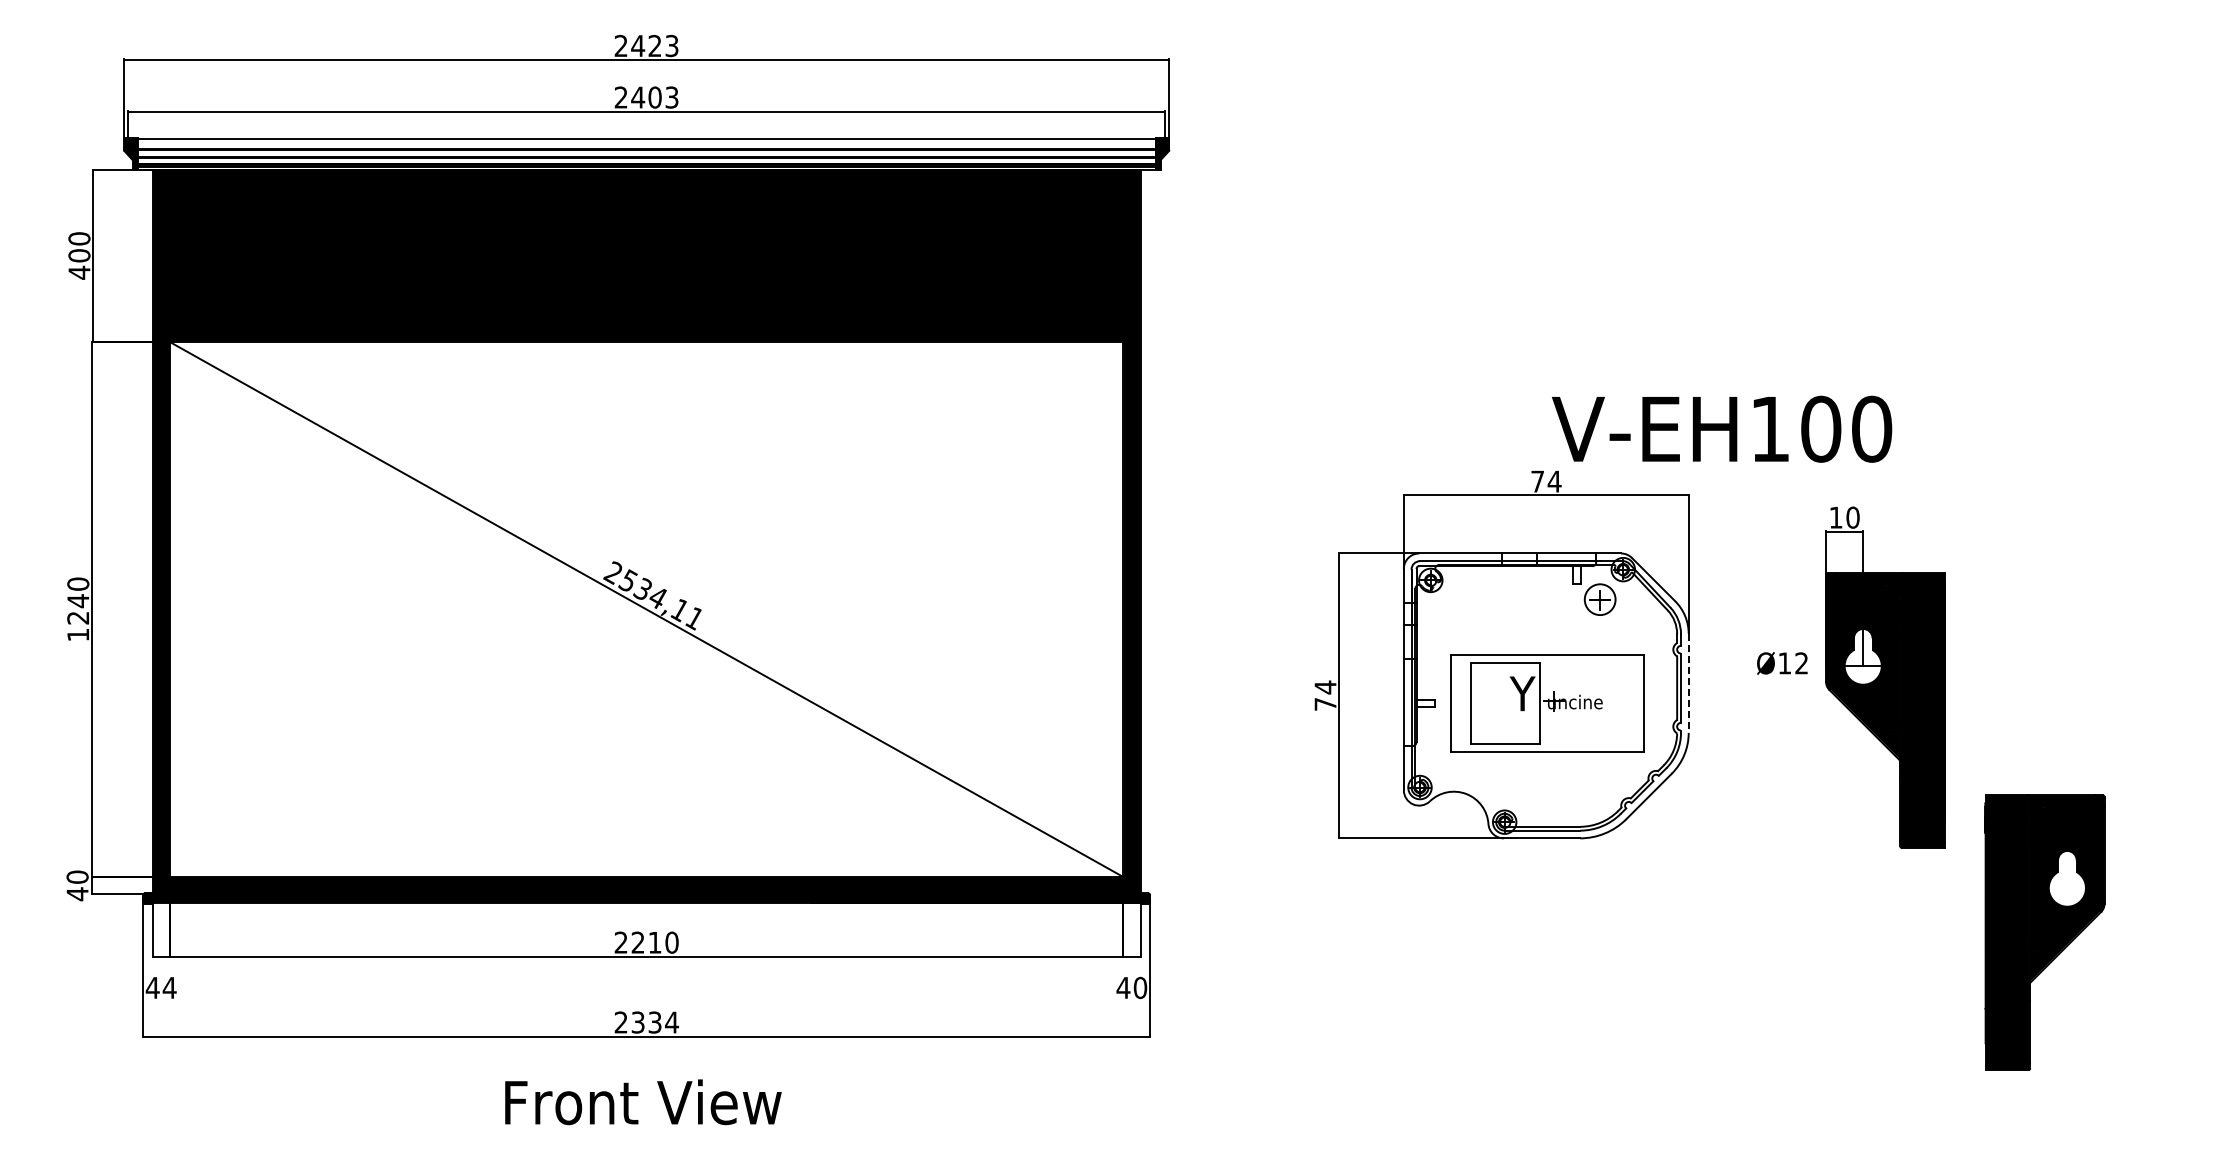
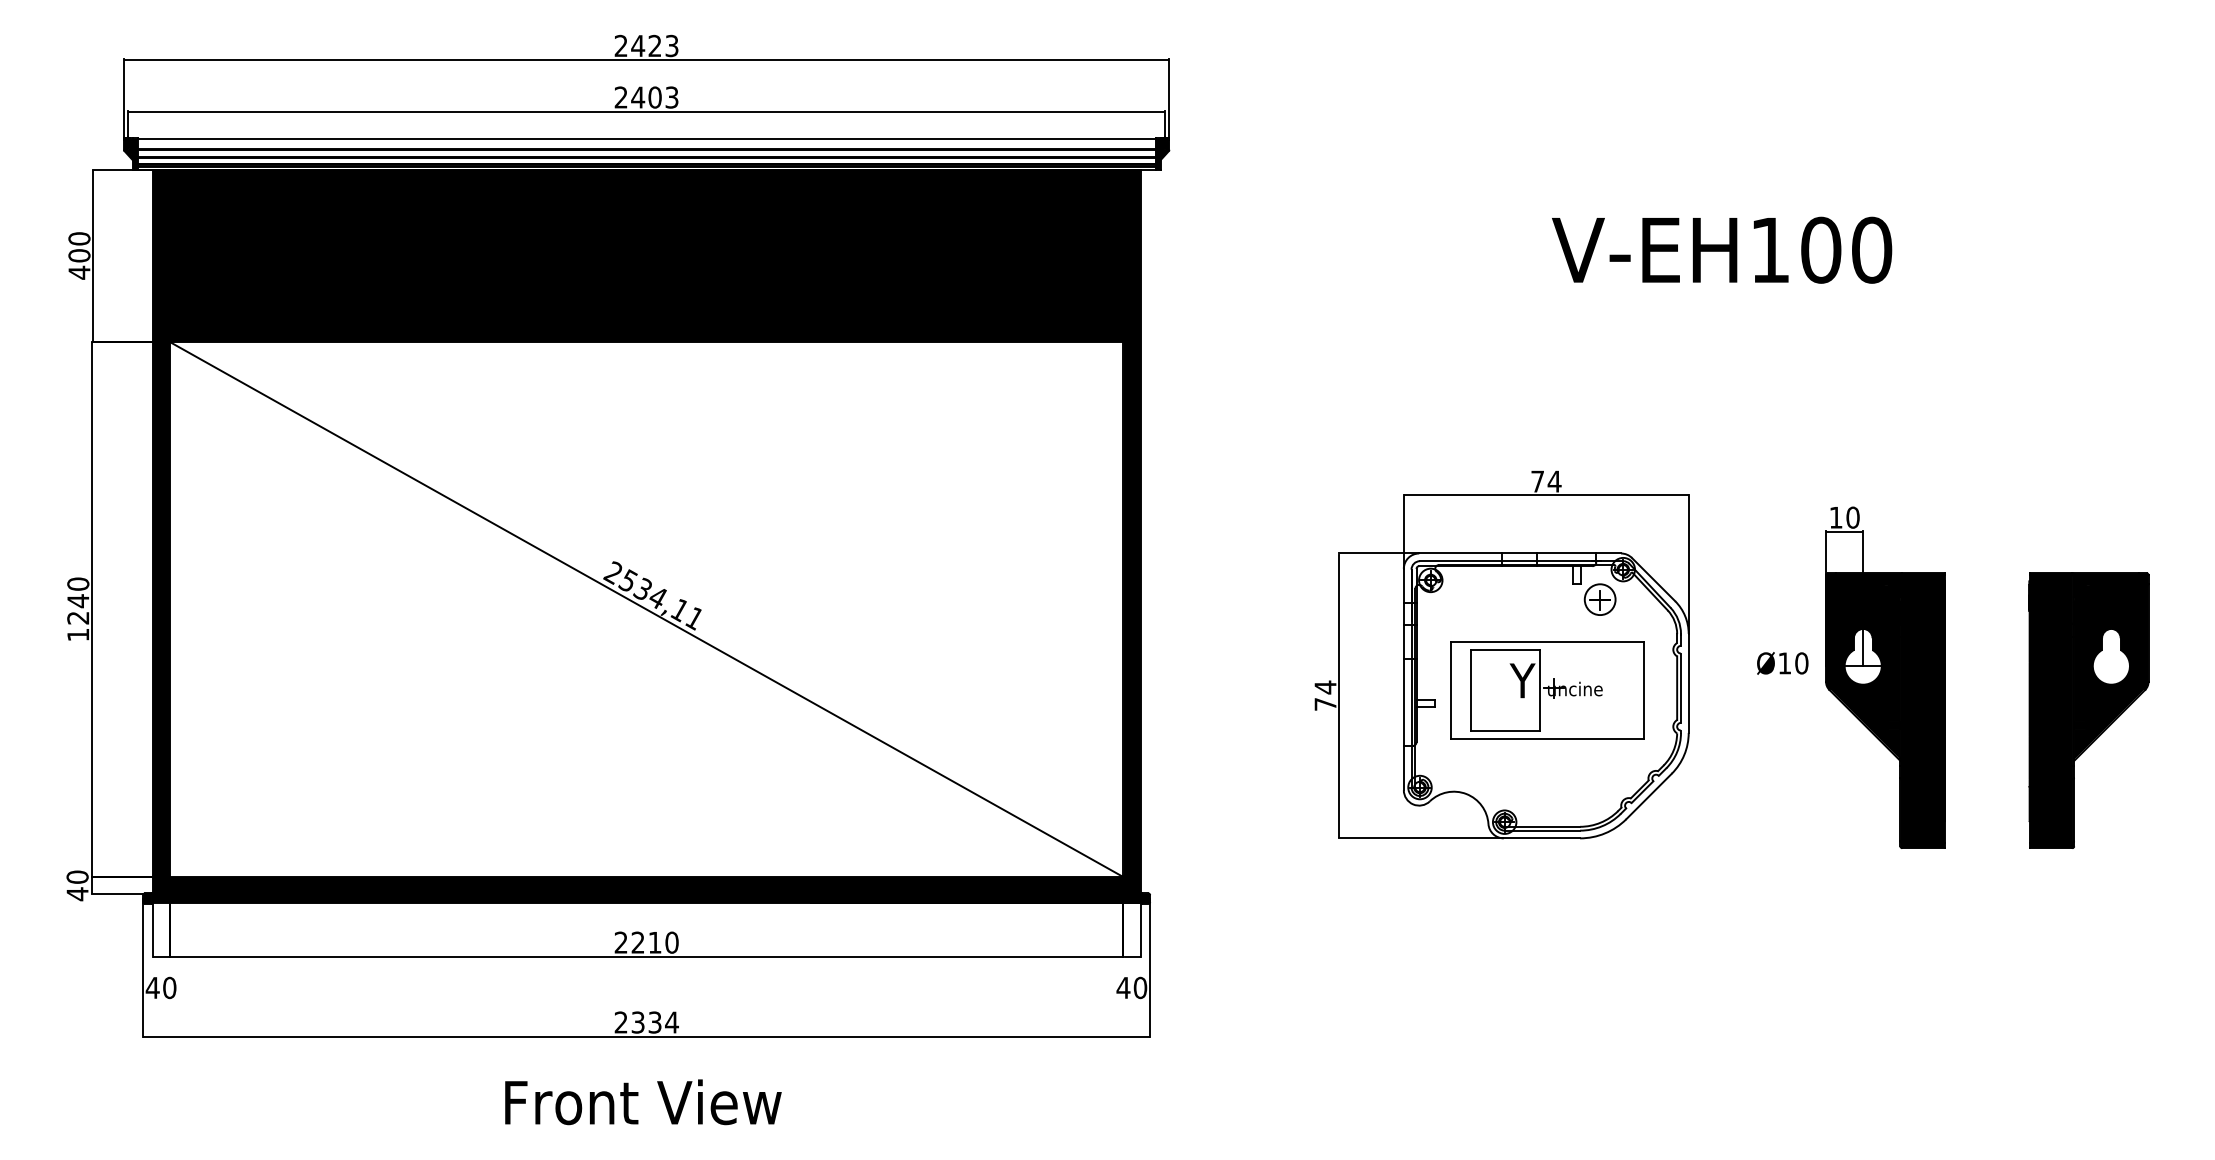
text at (1722, 428) position: (1722, 428) -> (1722, 249)
text at (1801, 663): Ø12 -> Ø10
line at (1688, 683): dashed -> solid
part at (1547, 703) position: (1547, 703) -> (1547, 690)
part at (2044, 932) position: (2044, 932) -> (2088, 710)
text at (169, 987): 44 -> 40
